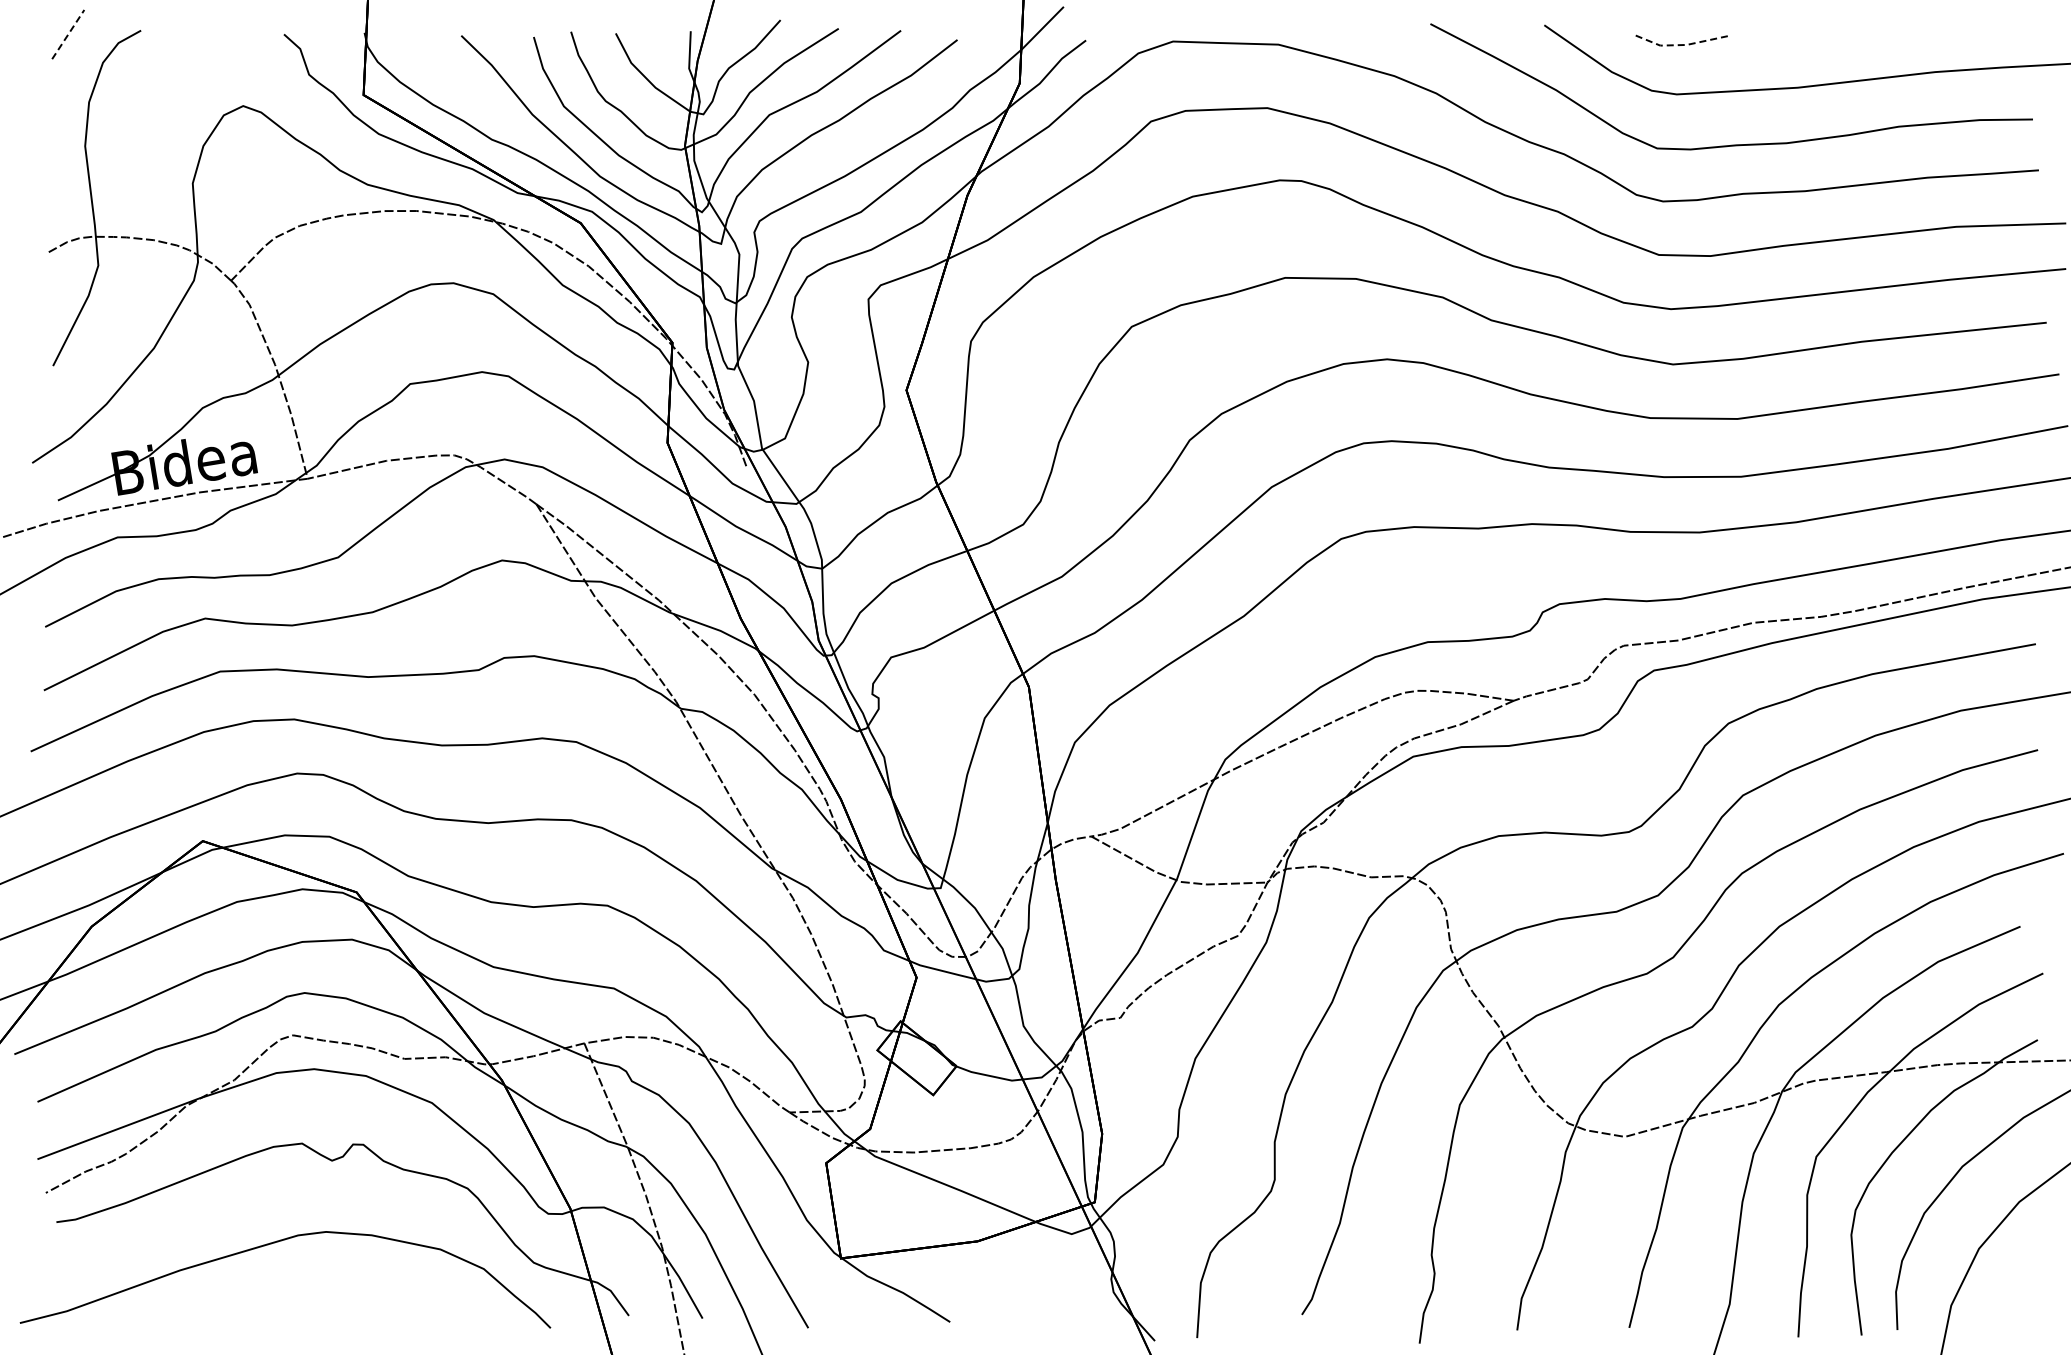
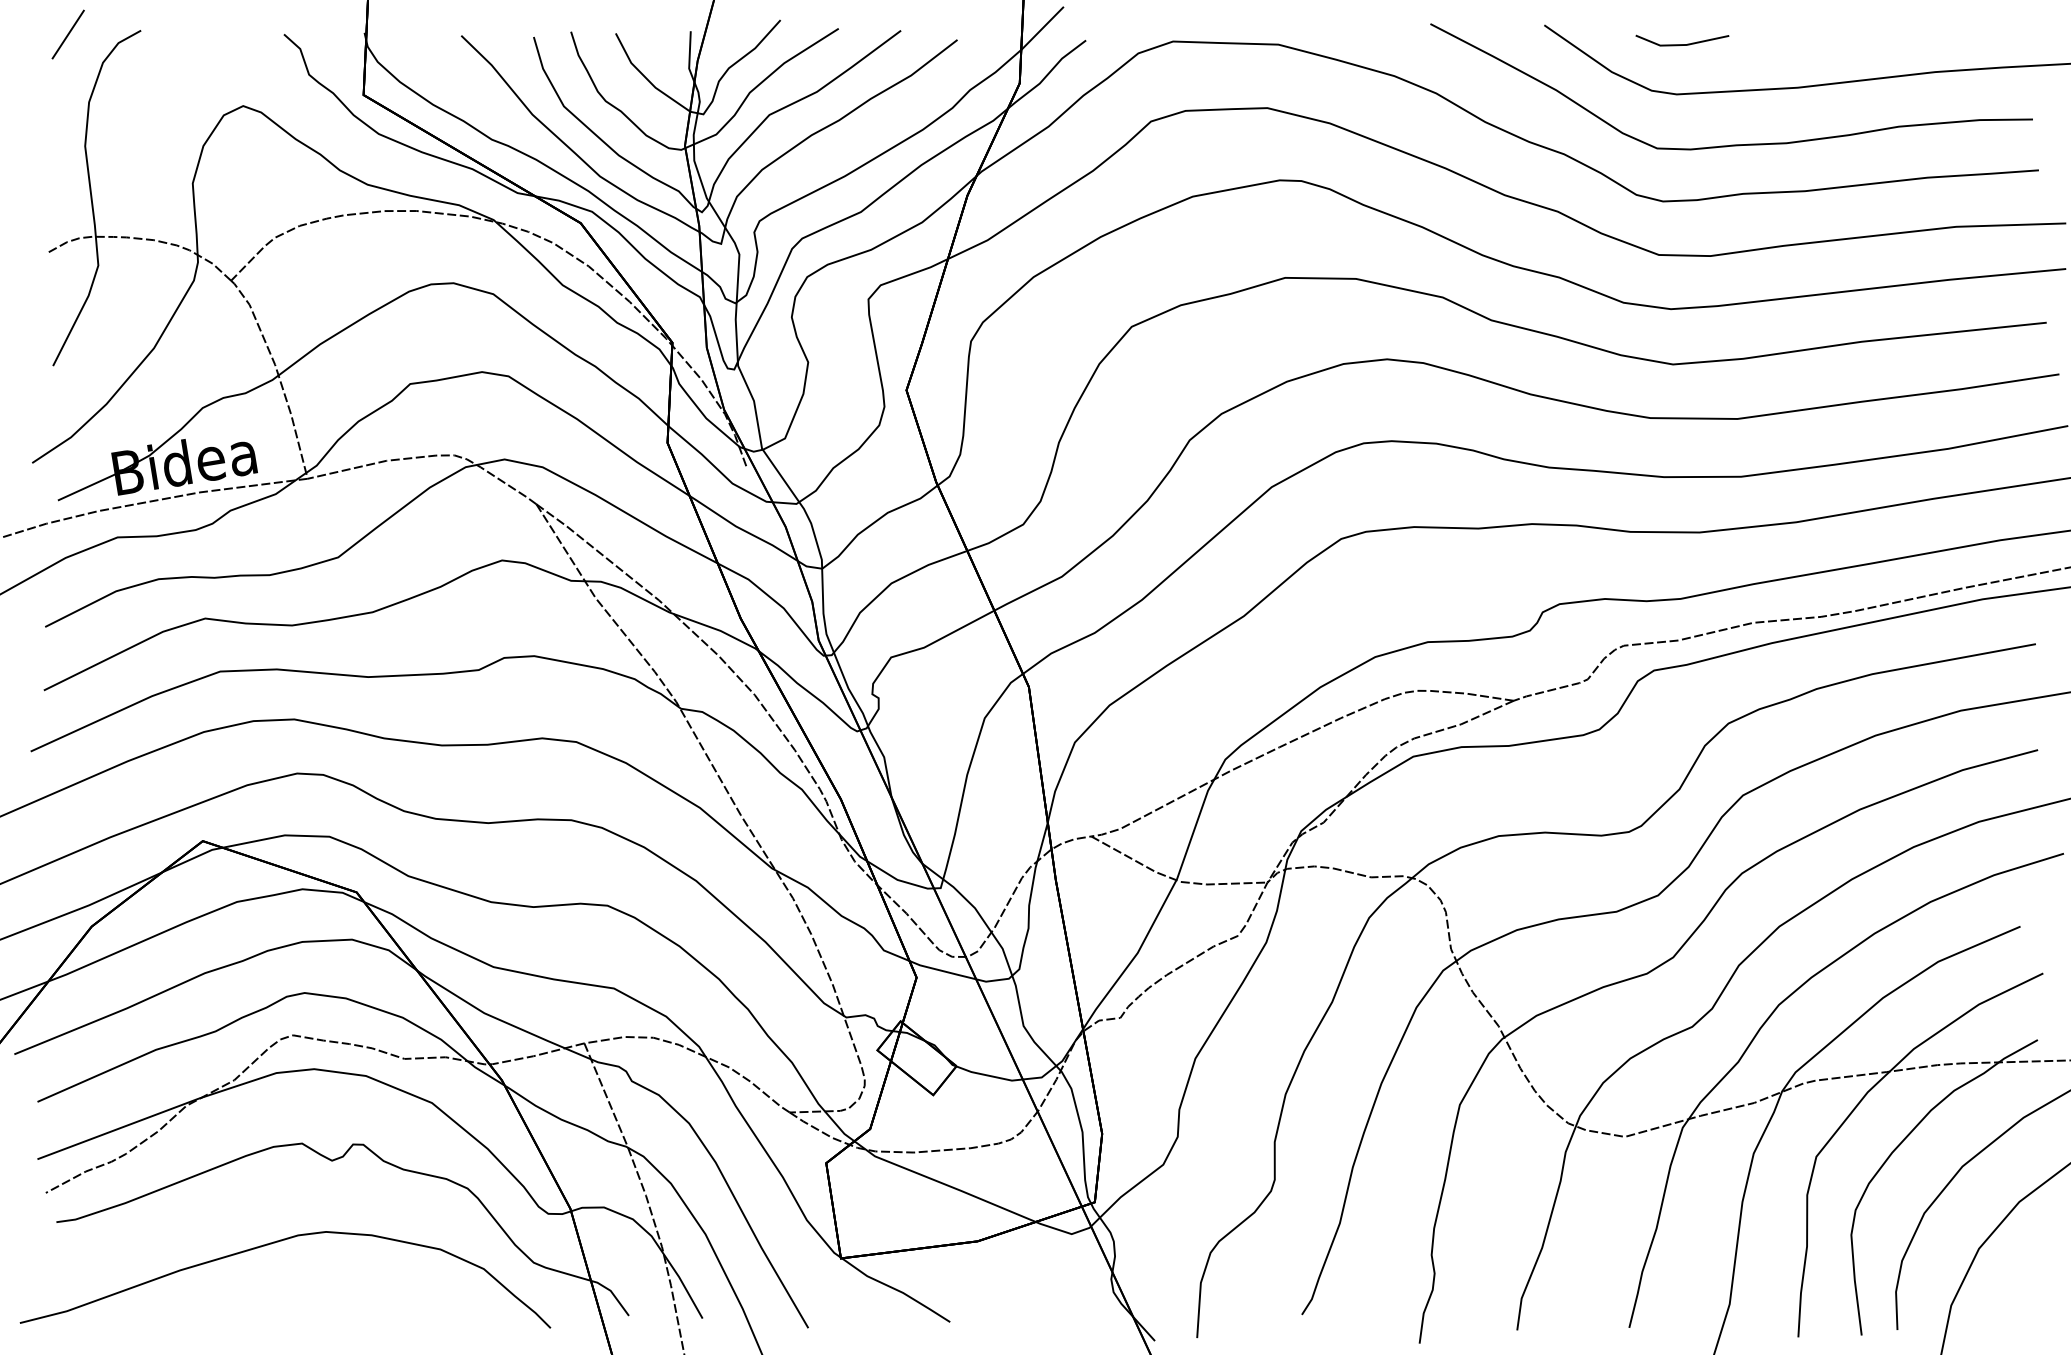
line at (68, 34): dashed -> solid
line at (1681, 45): dashed -> solid
